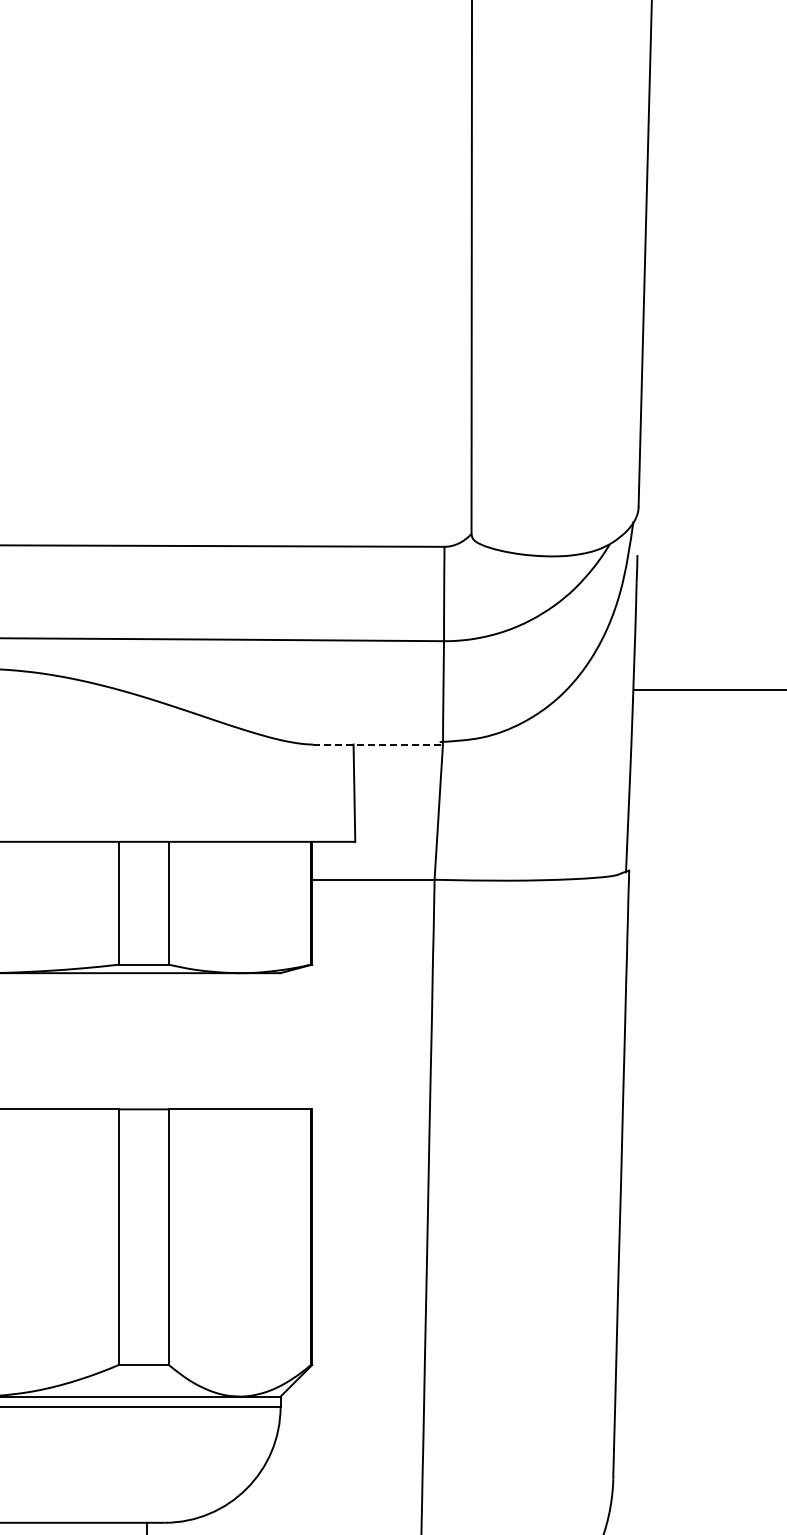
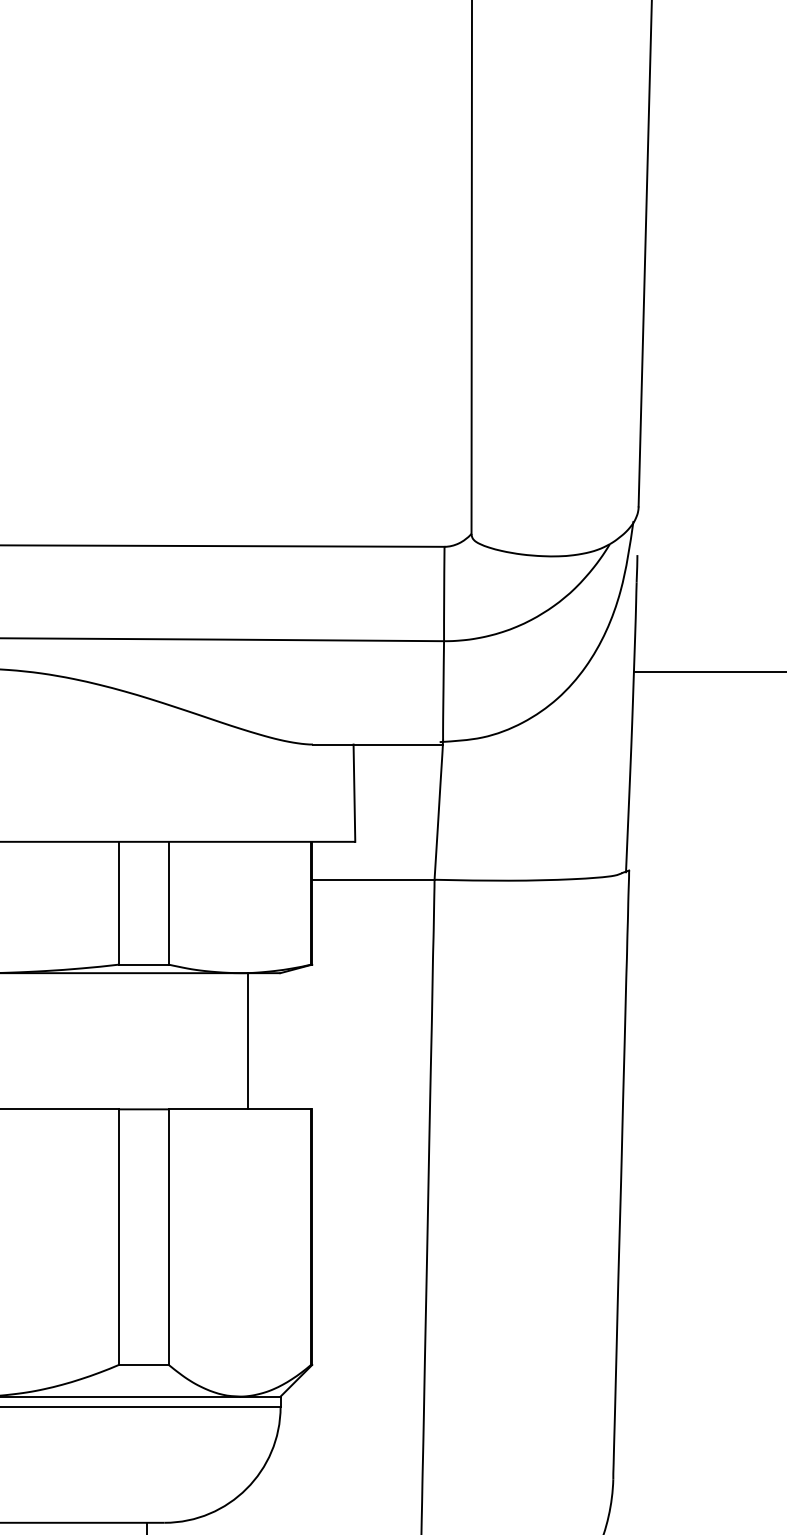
line at (708, 689) position: (708, 689) -> (708, 671)
line at (377, 744): dashed -> solid
line at (247, 1041): none -> present
